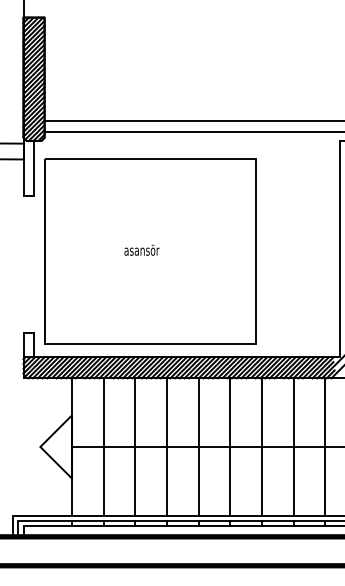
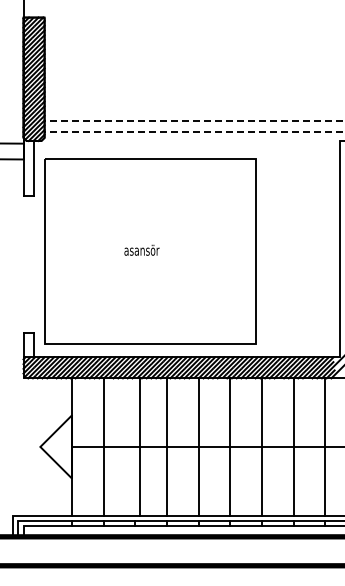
line at (194, 121): solid -> dashed
line at (194, 132): solid -> dashed
line at (135, 446) position: (135, 446) -> (140, 446)
